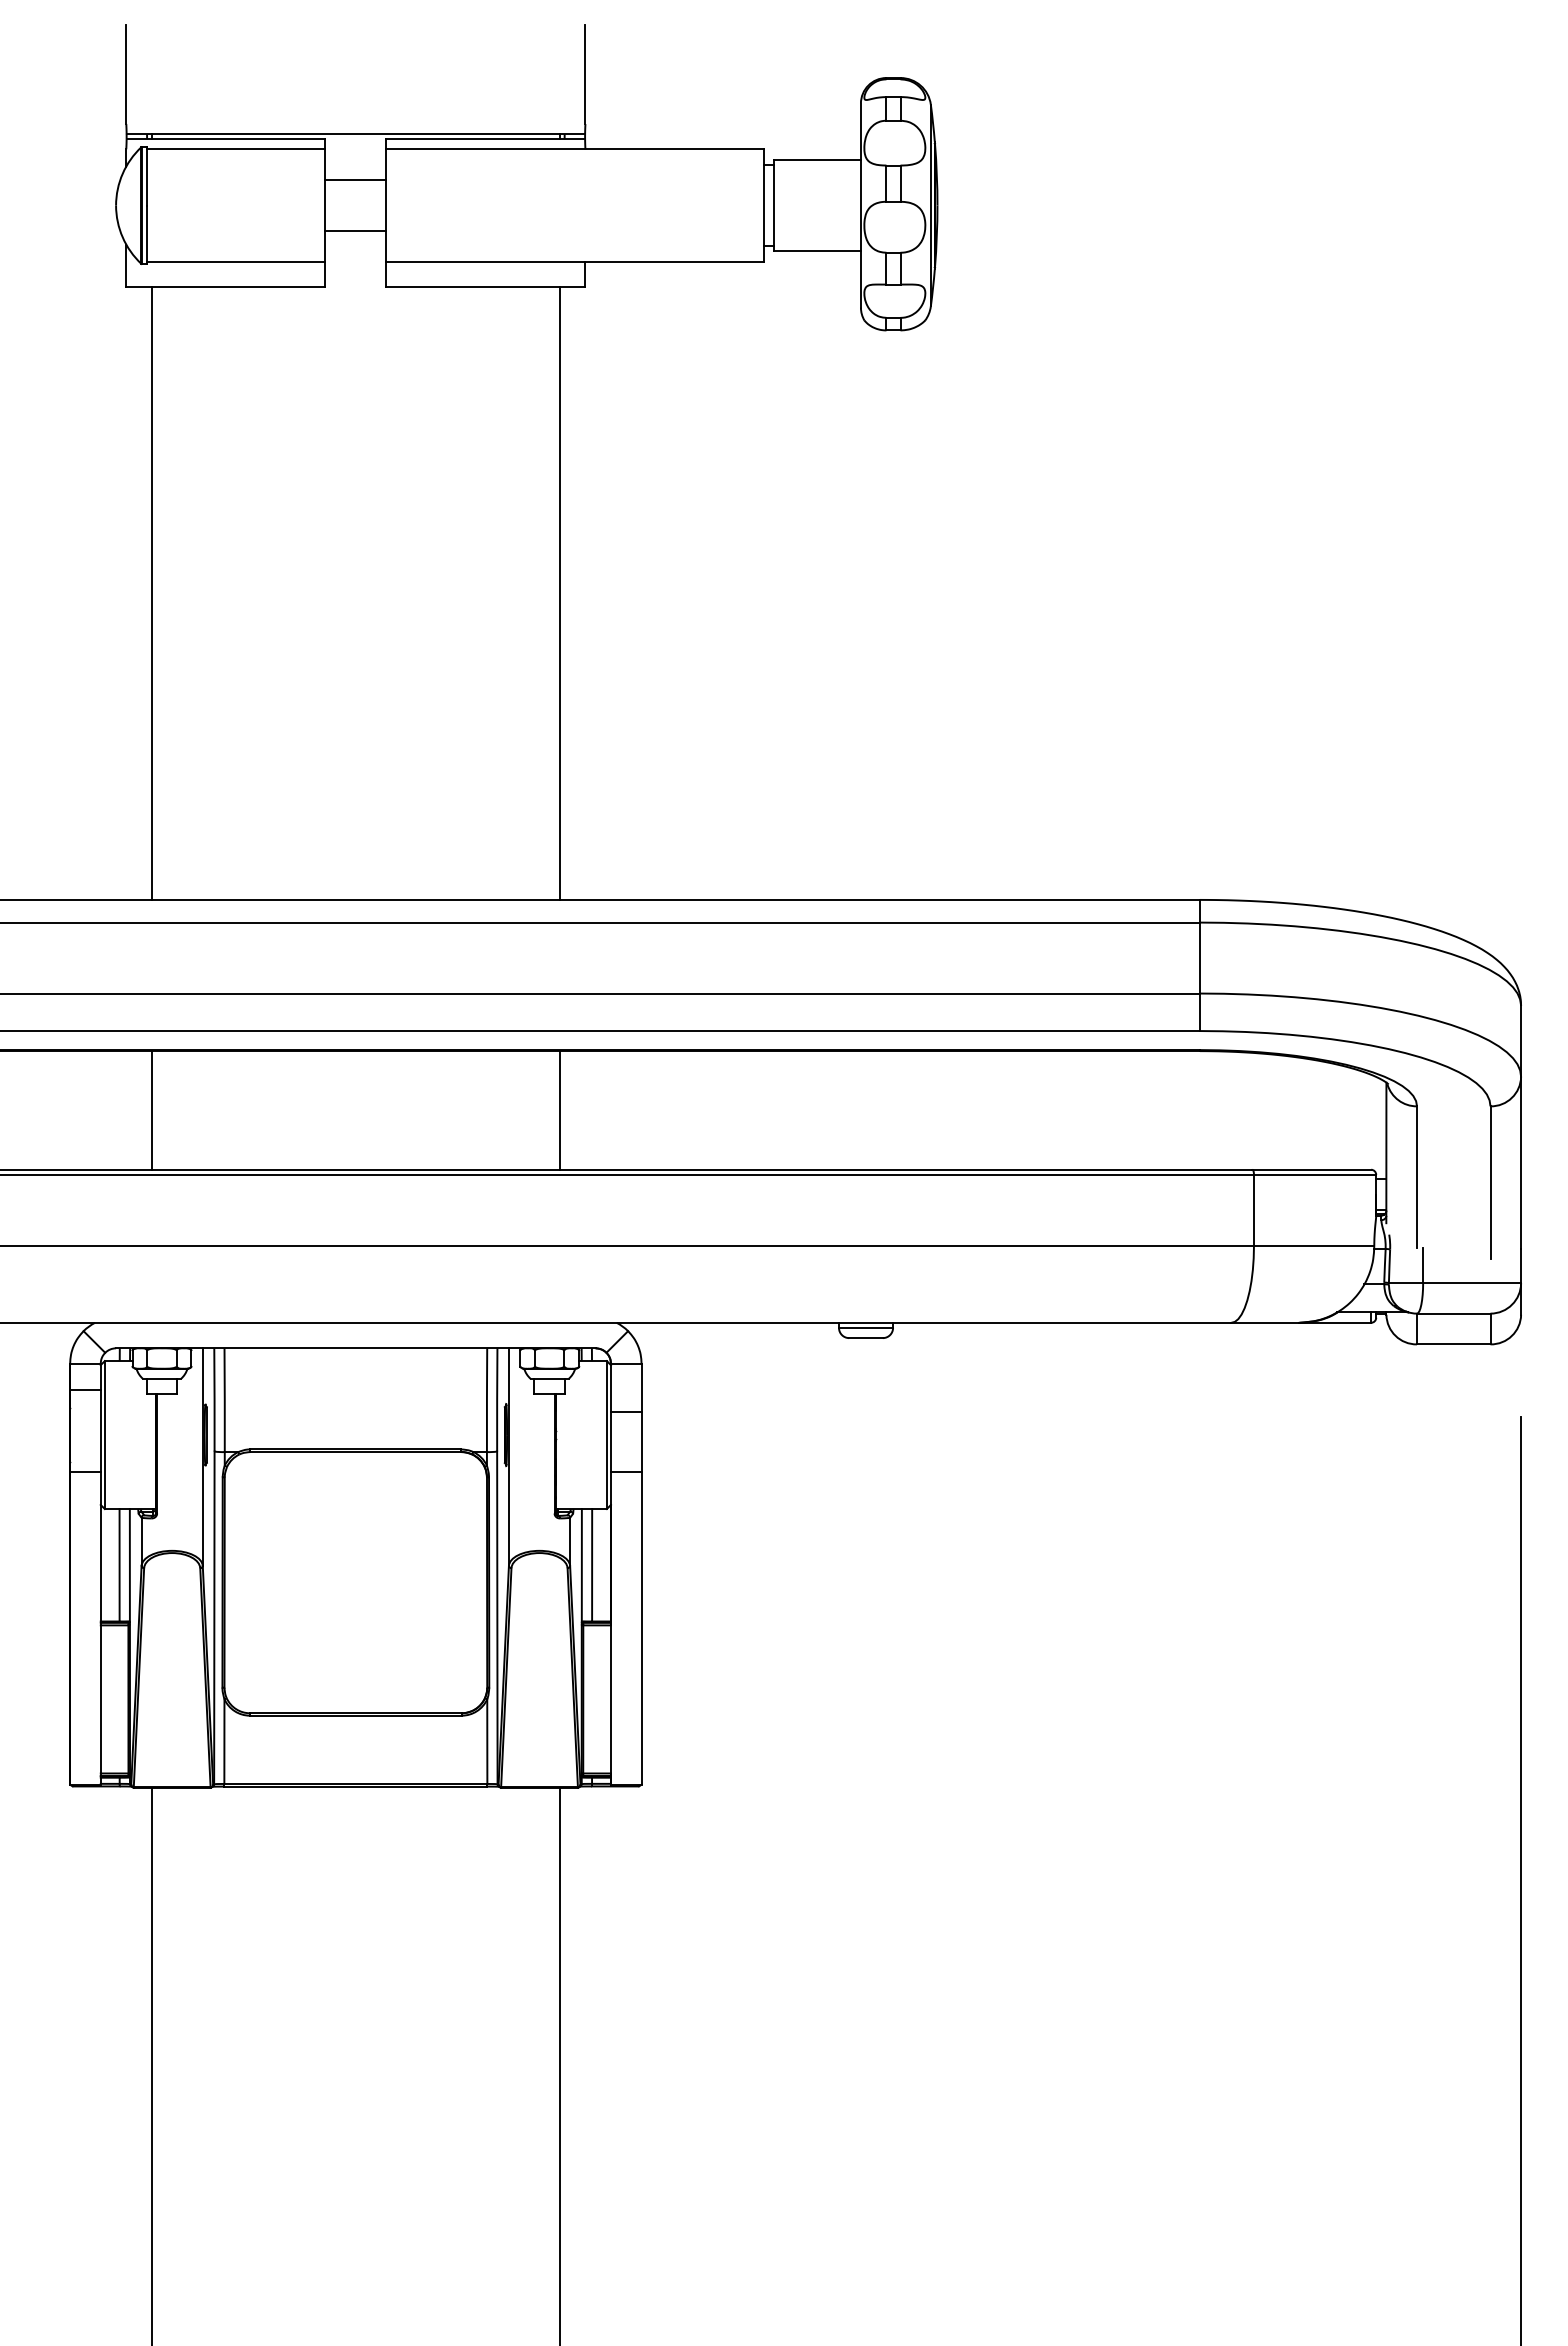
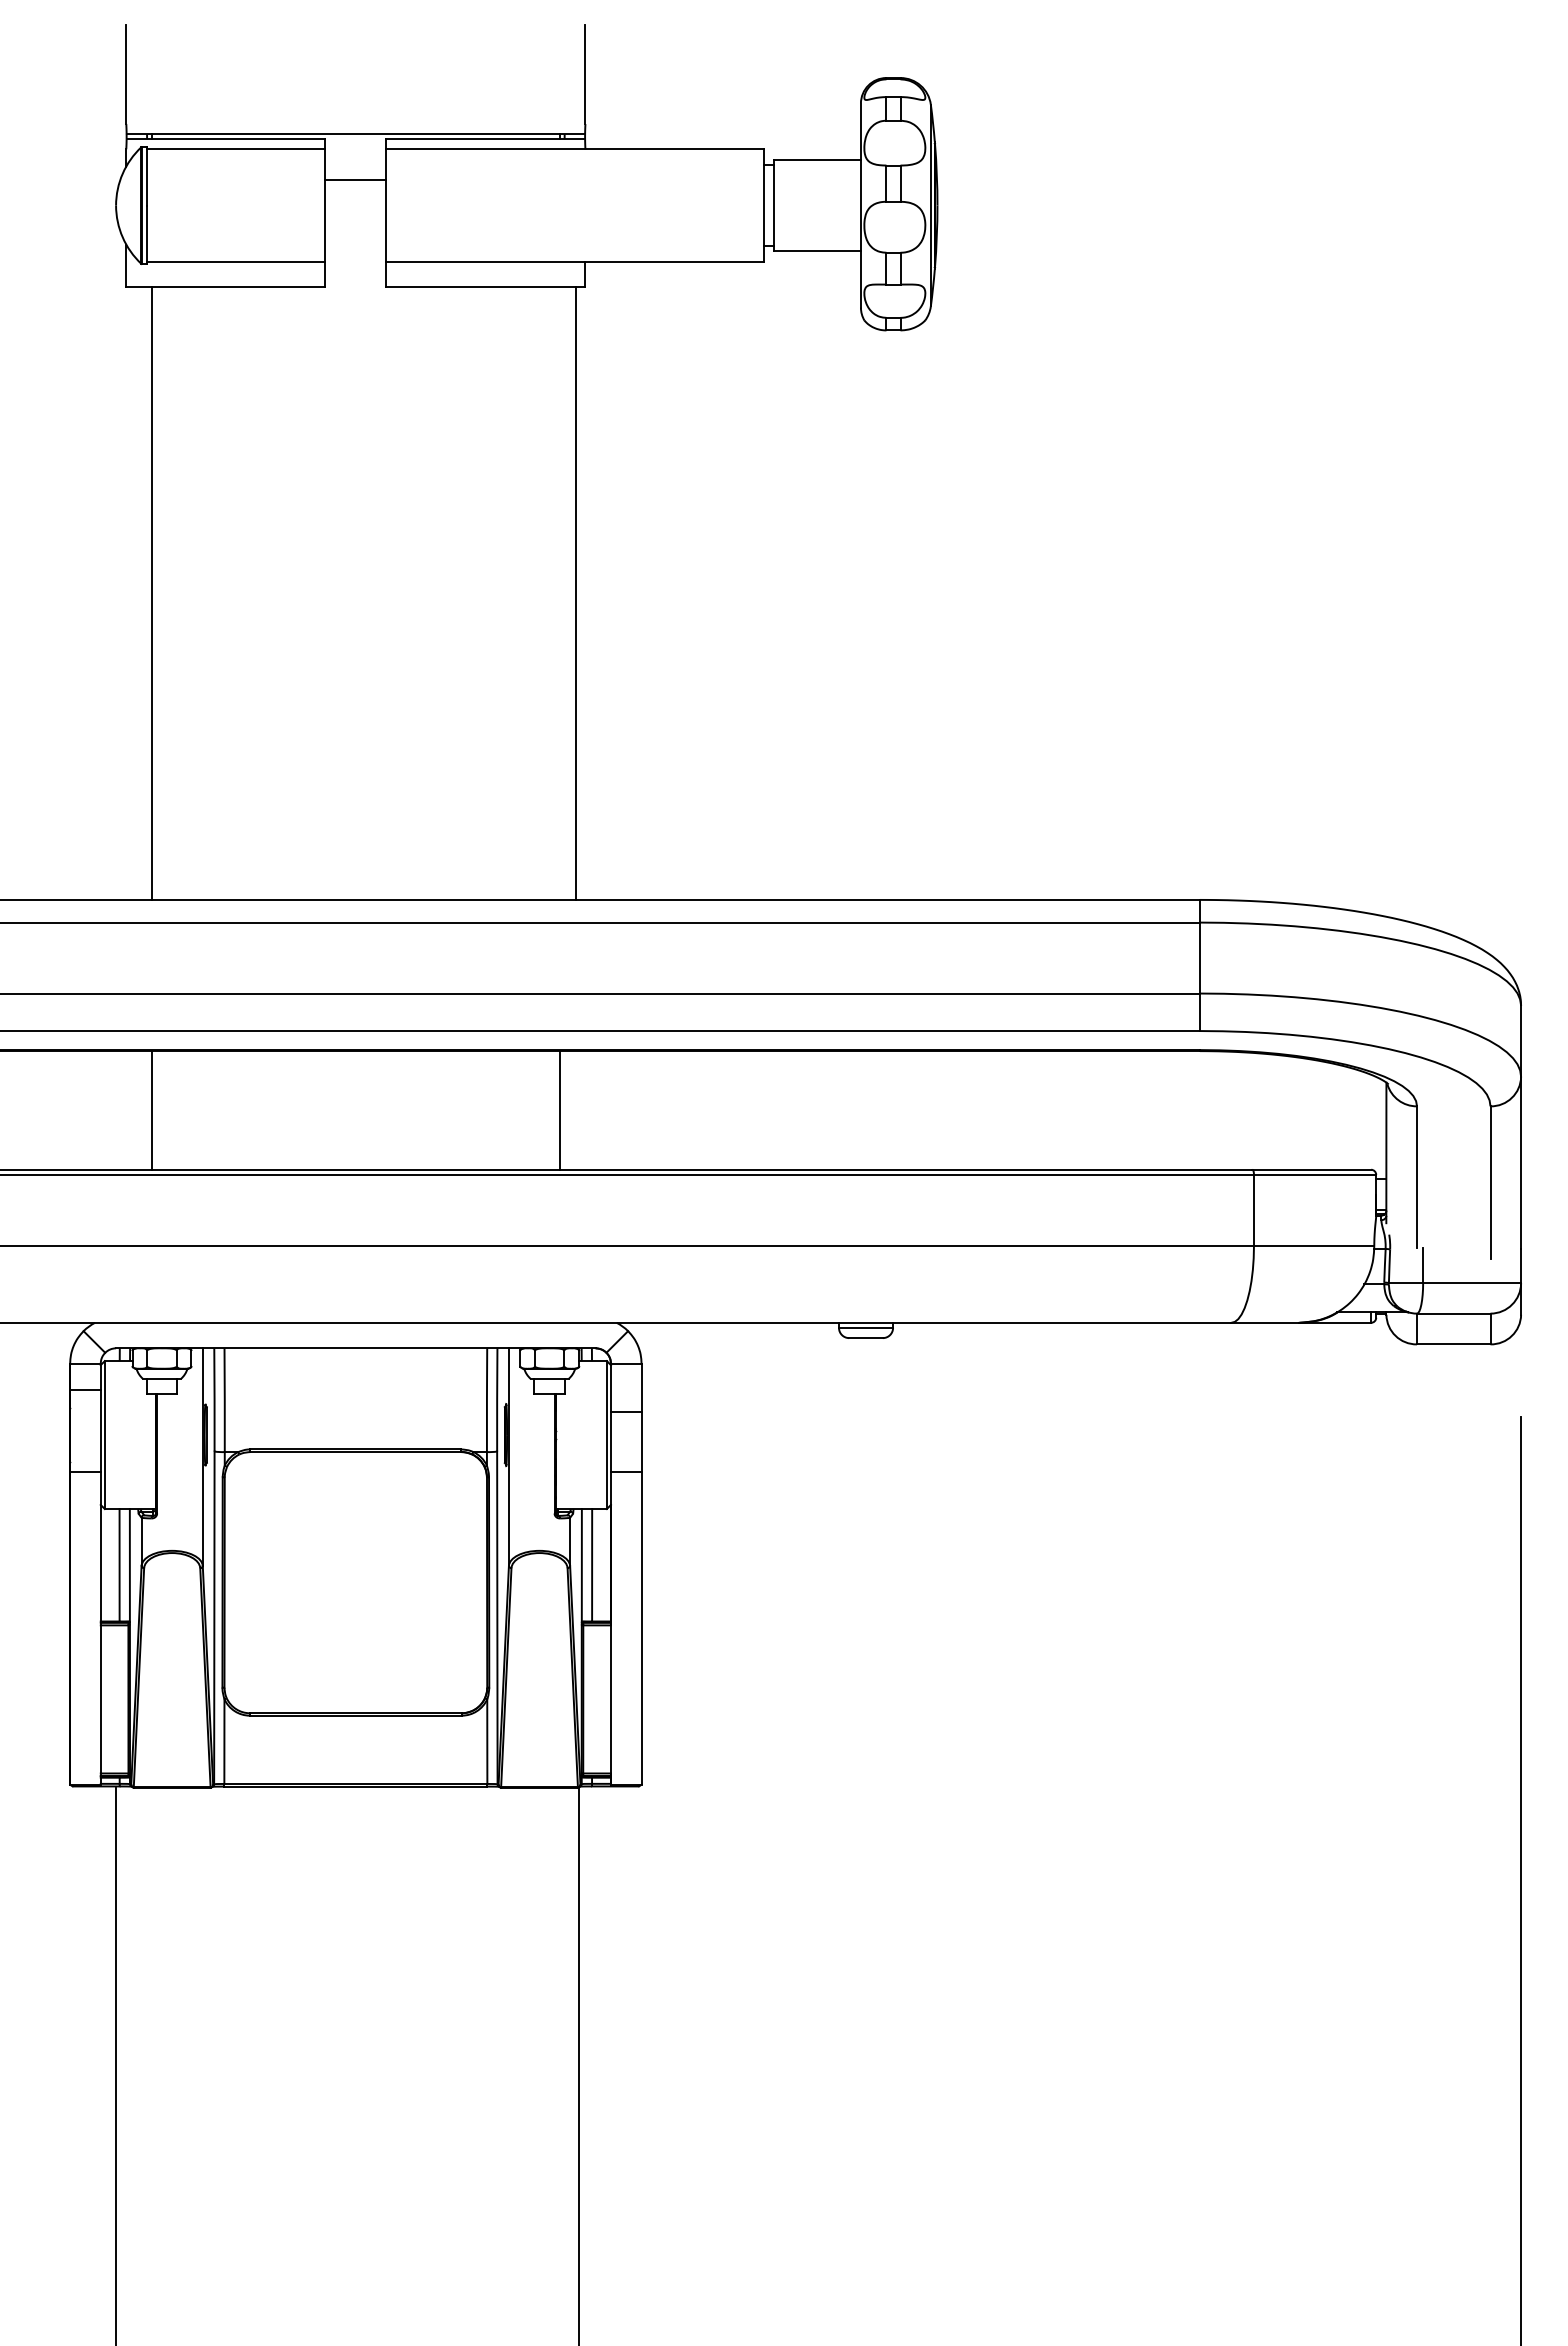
line at (355, 231): present -> none
line at (559, 593) position: (559, 593) -> (575, 593)
line at (151, 2064) position: (151, 2064) -> (115, 2064)
line at (559, 2064) position: (559, 2064) -> (578, 2064)
